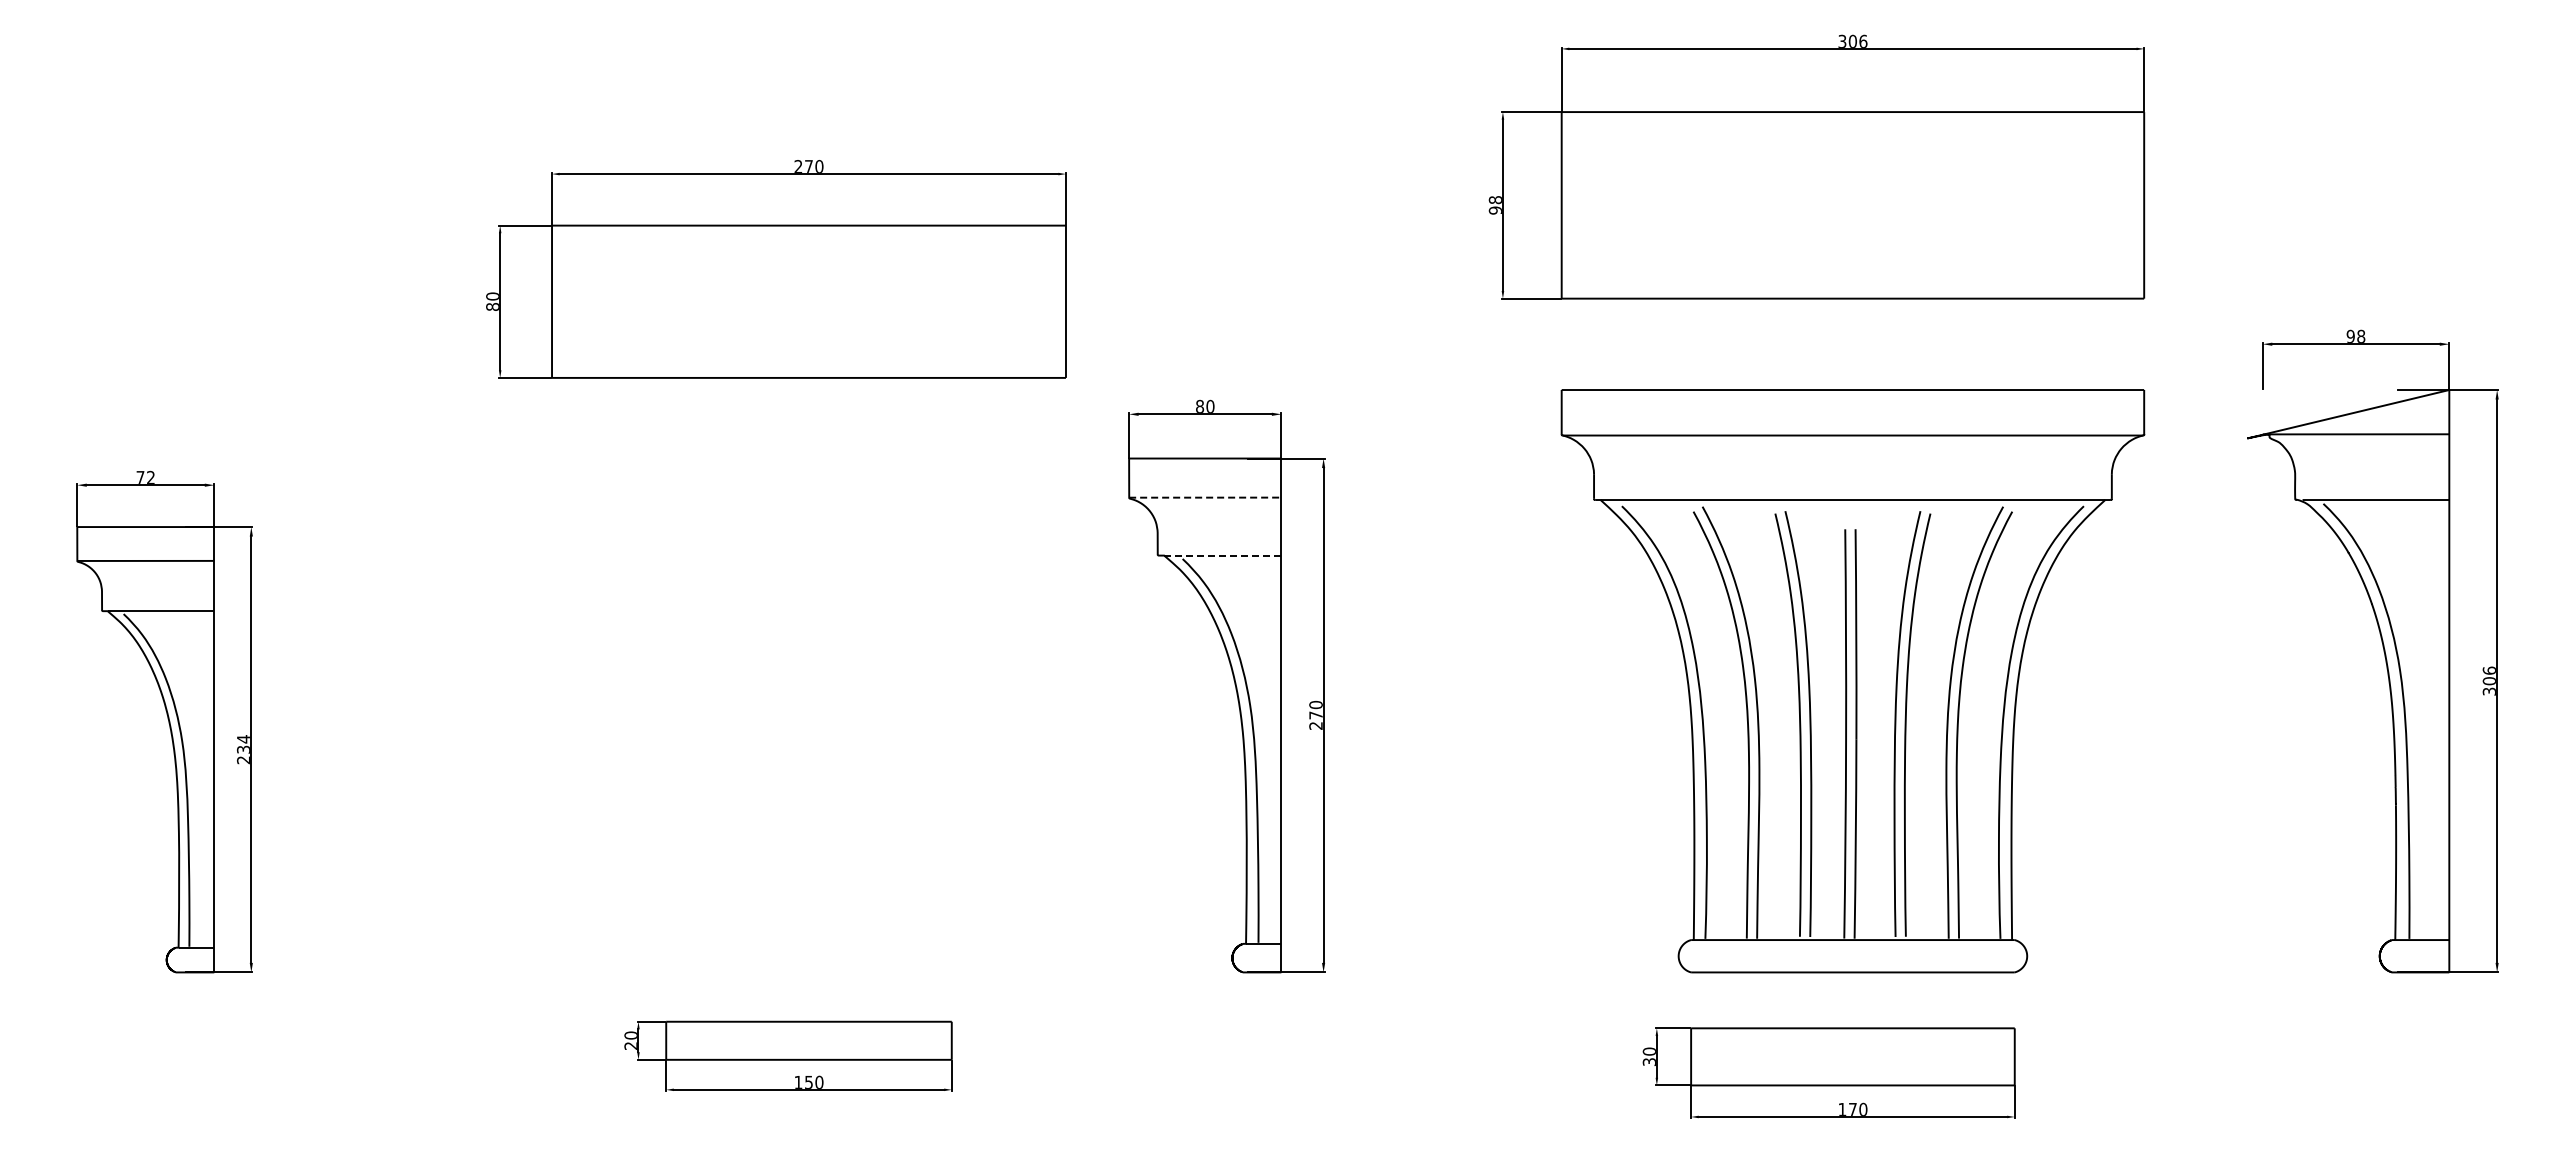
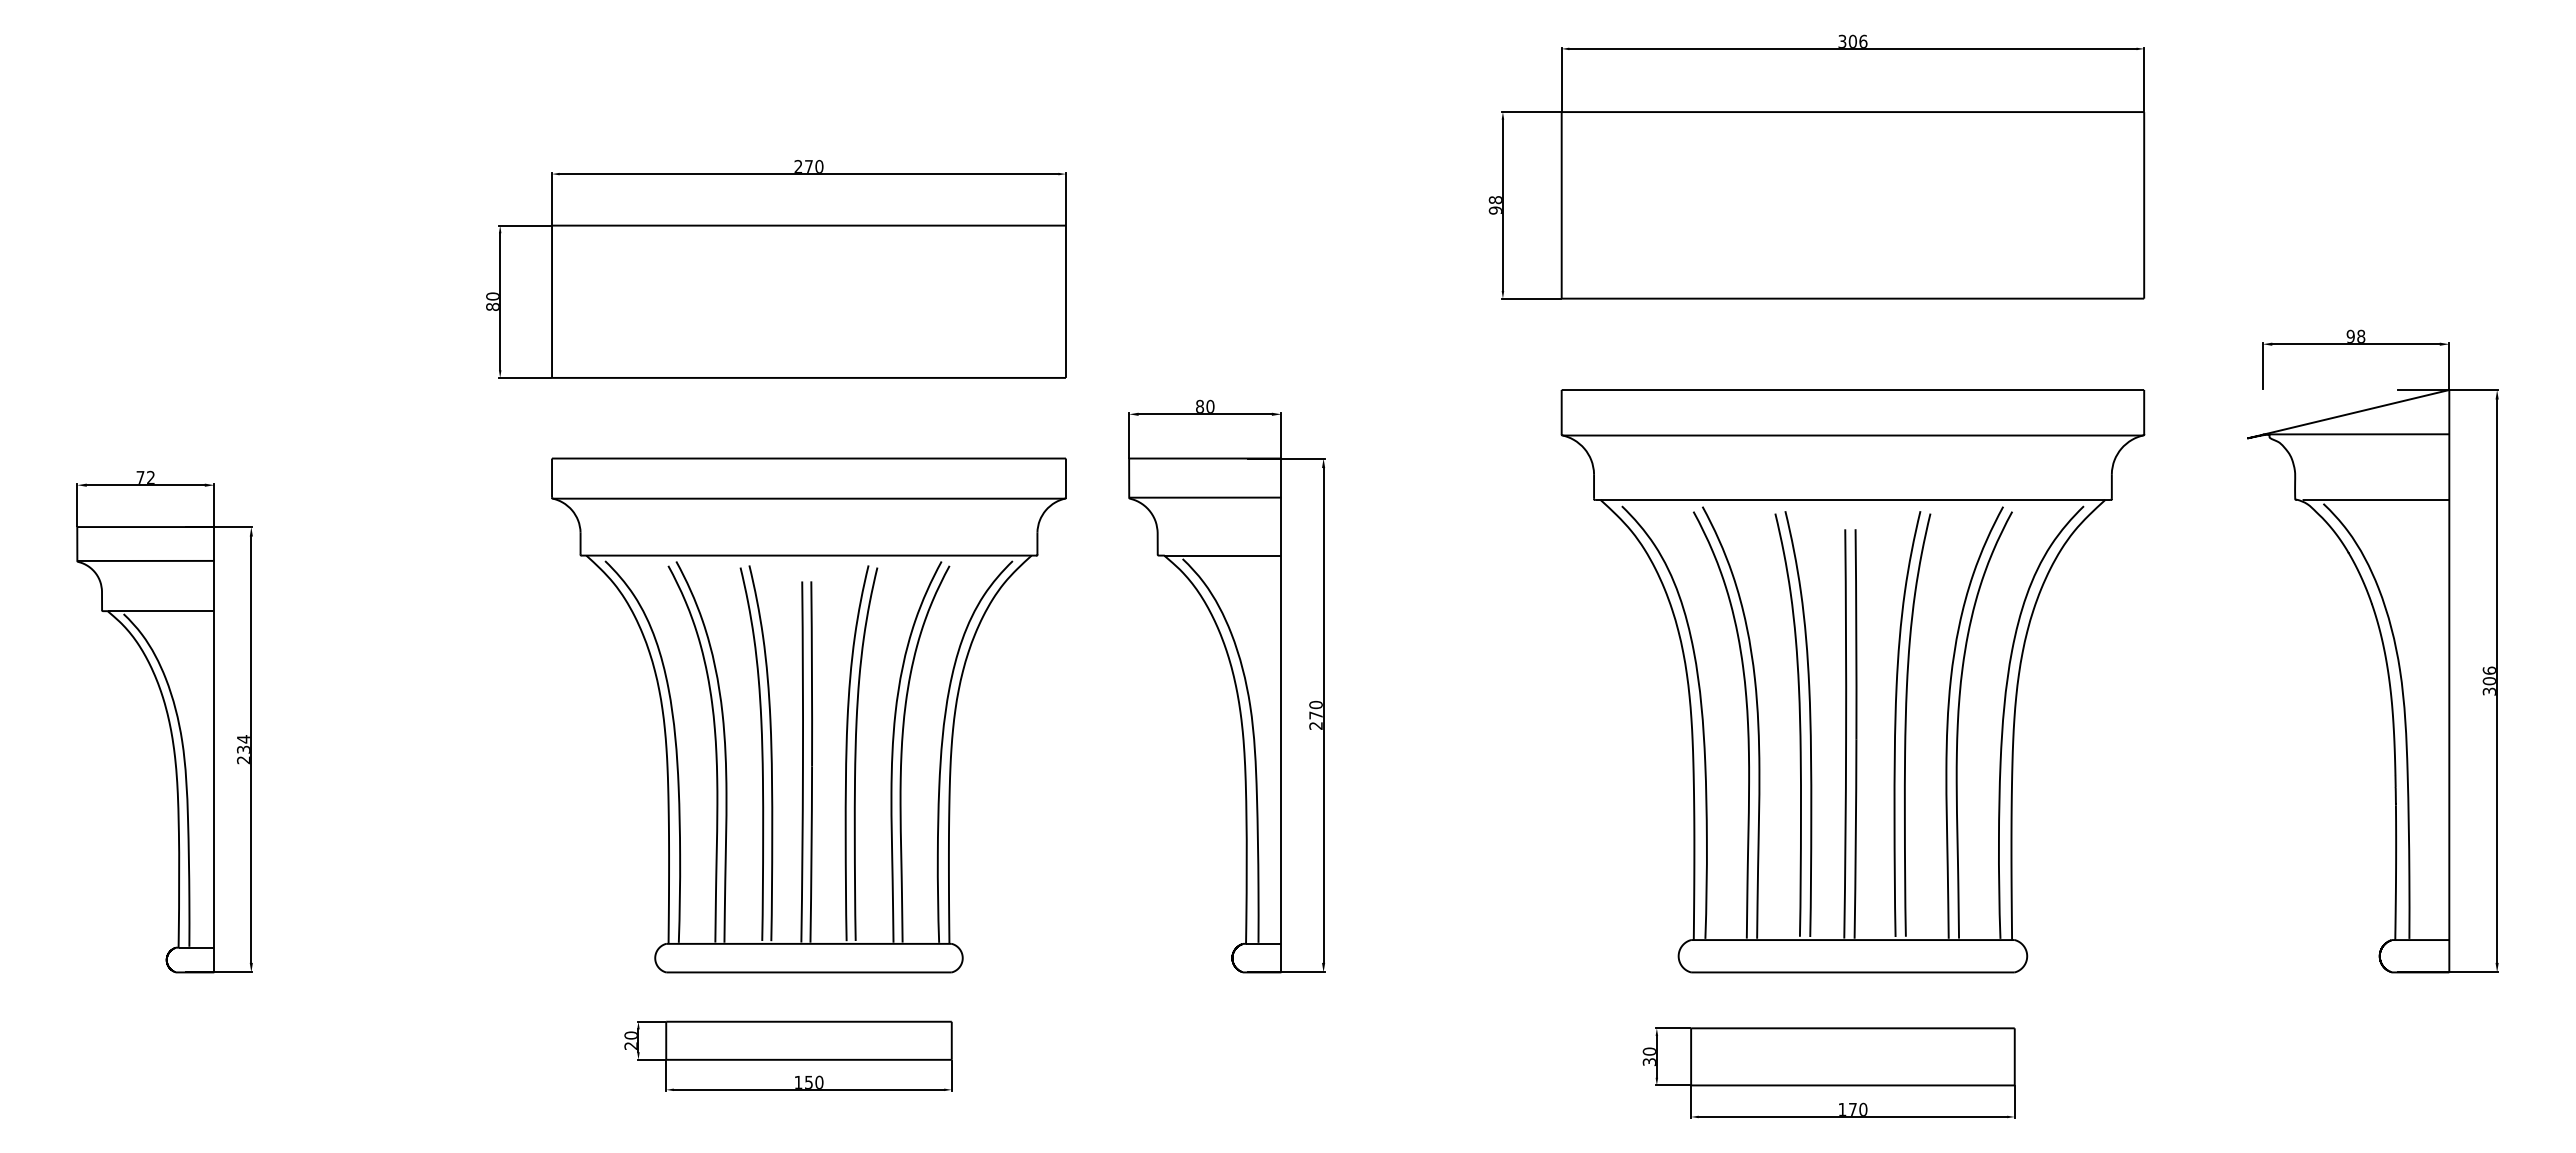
line at (1205, 497): dashed -> solid
line at (1222, 555): dashed -> solid
part at (808, 715): none -> present
